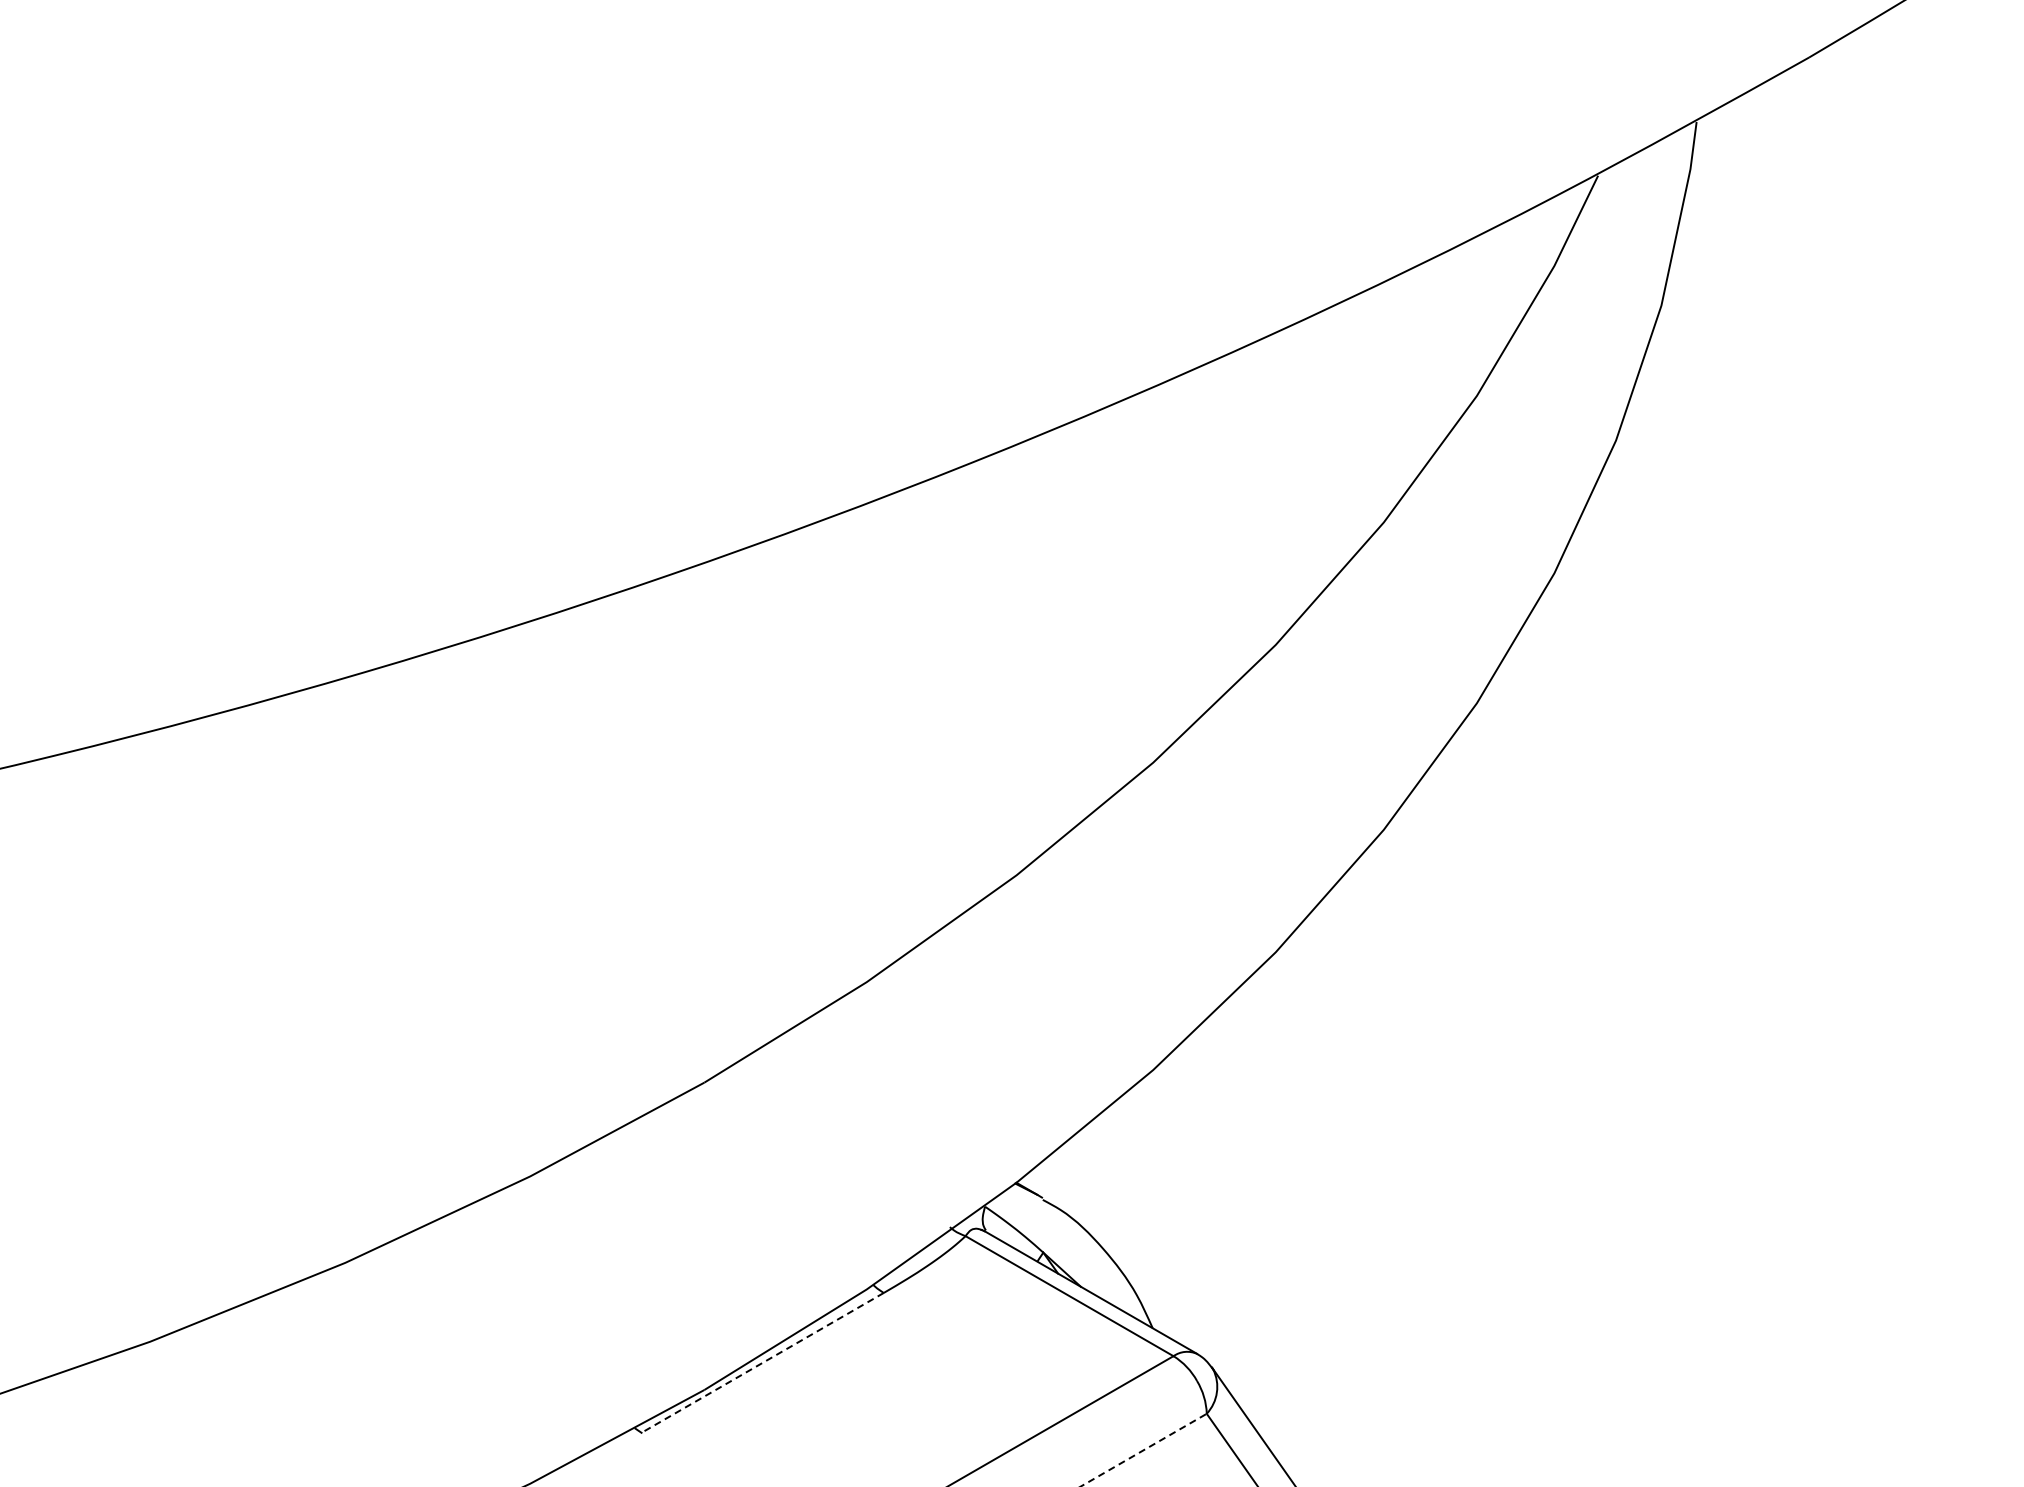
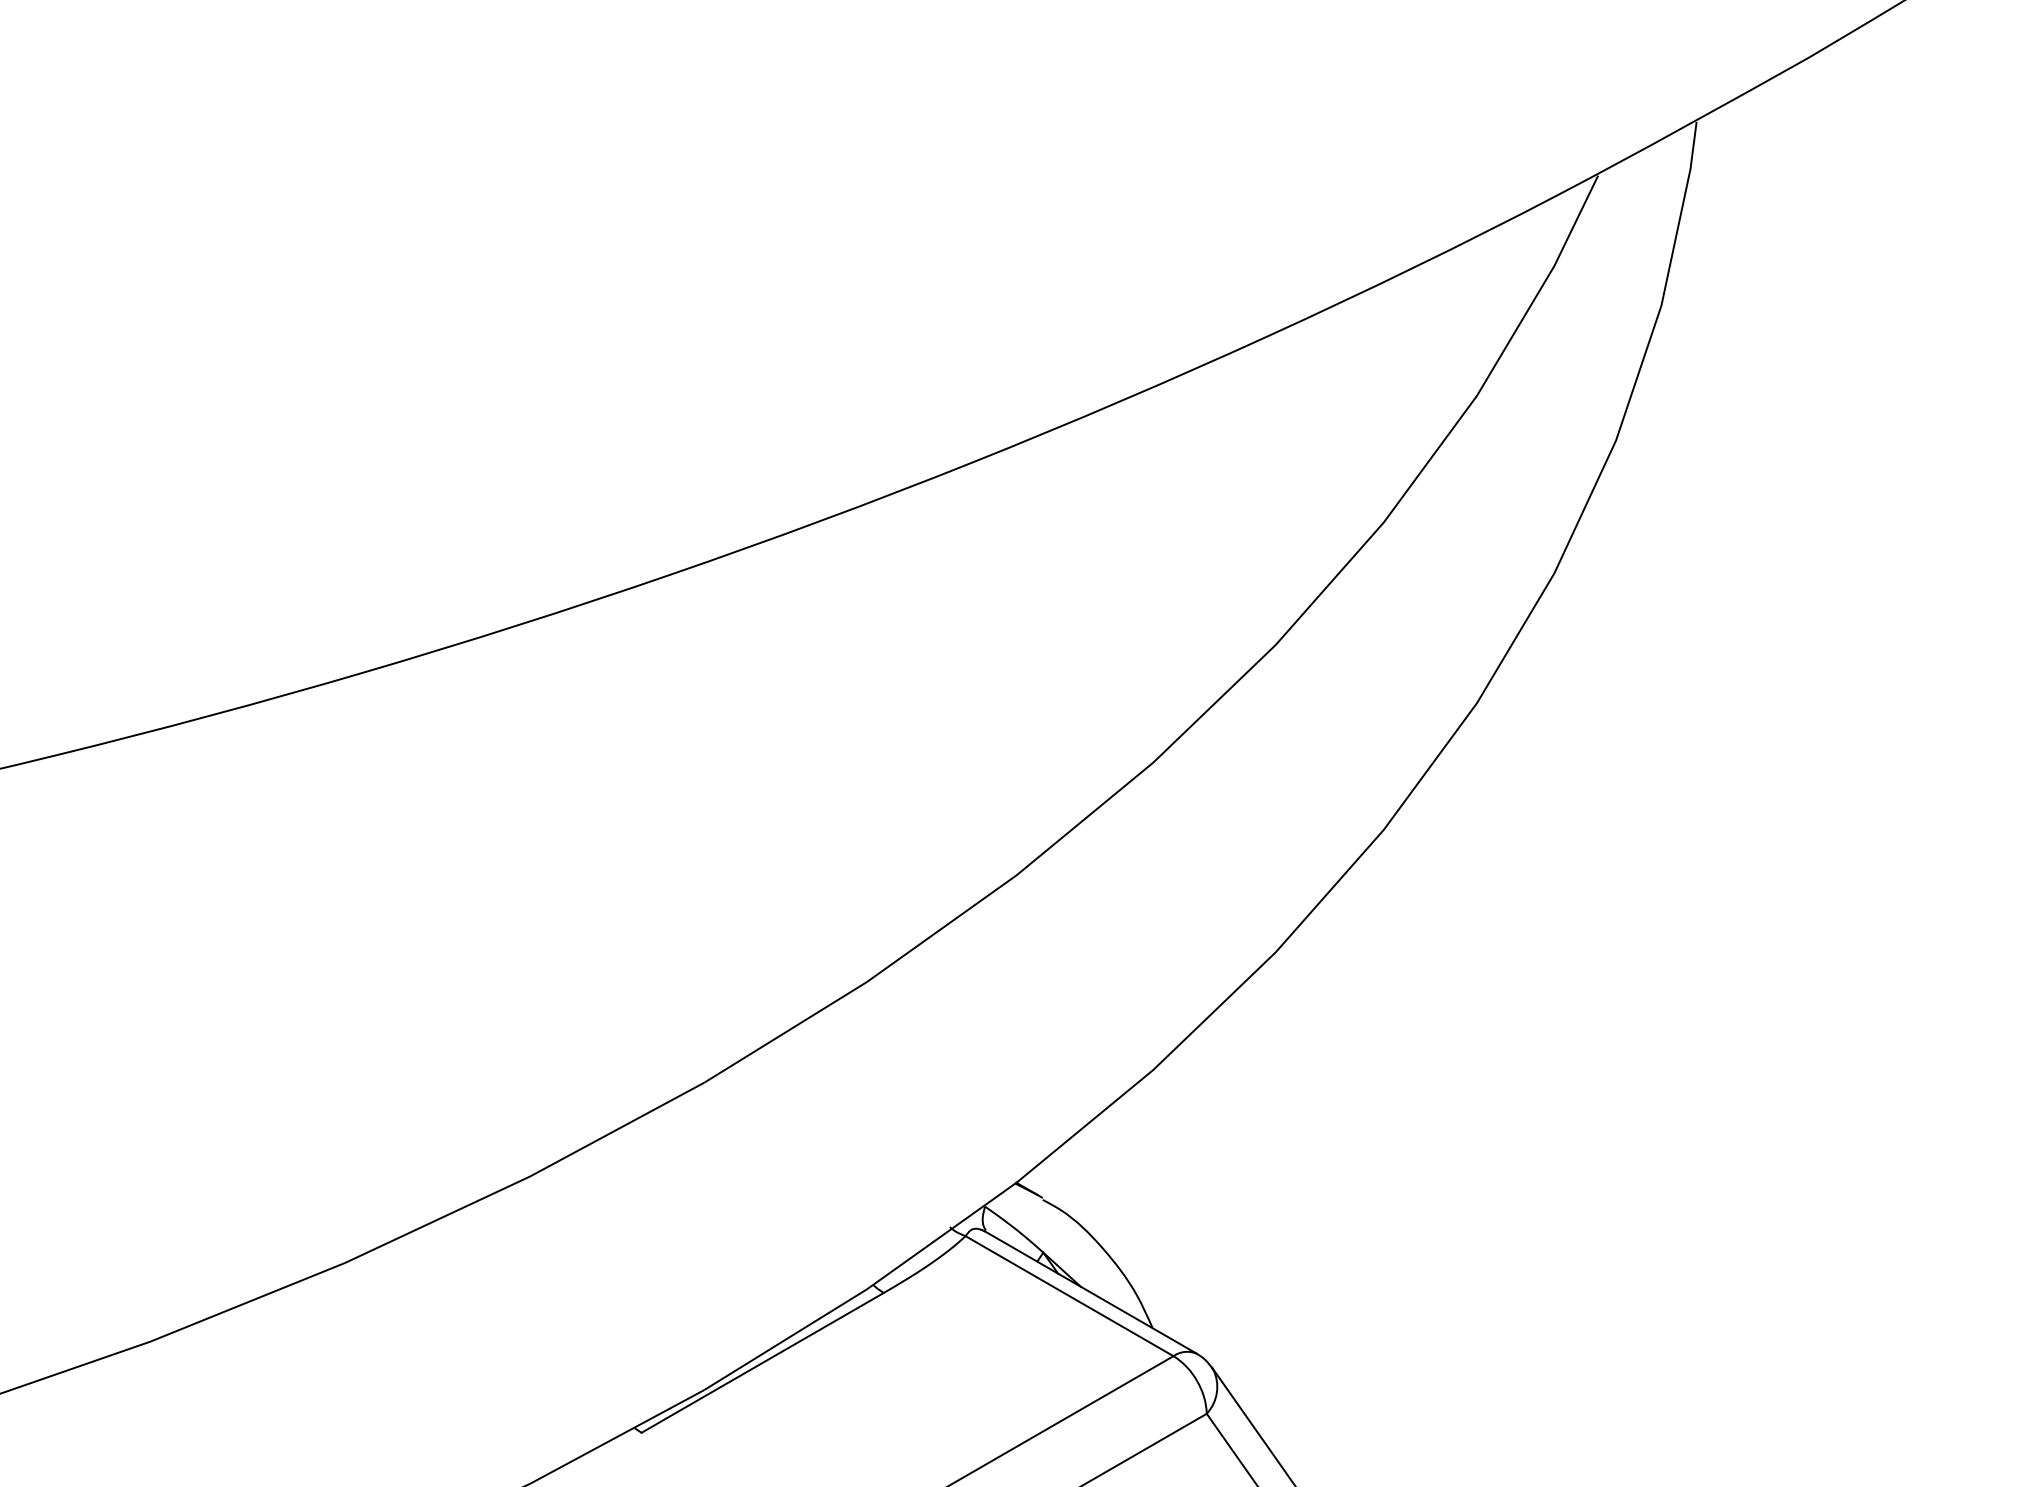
line at (762, 1362): dashed -> solid
line at (1143, 1450): dashed -> solid
